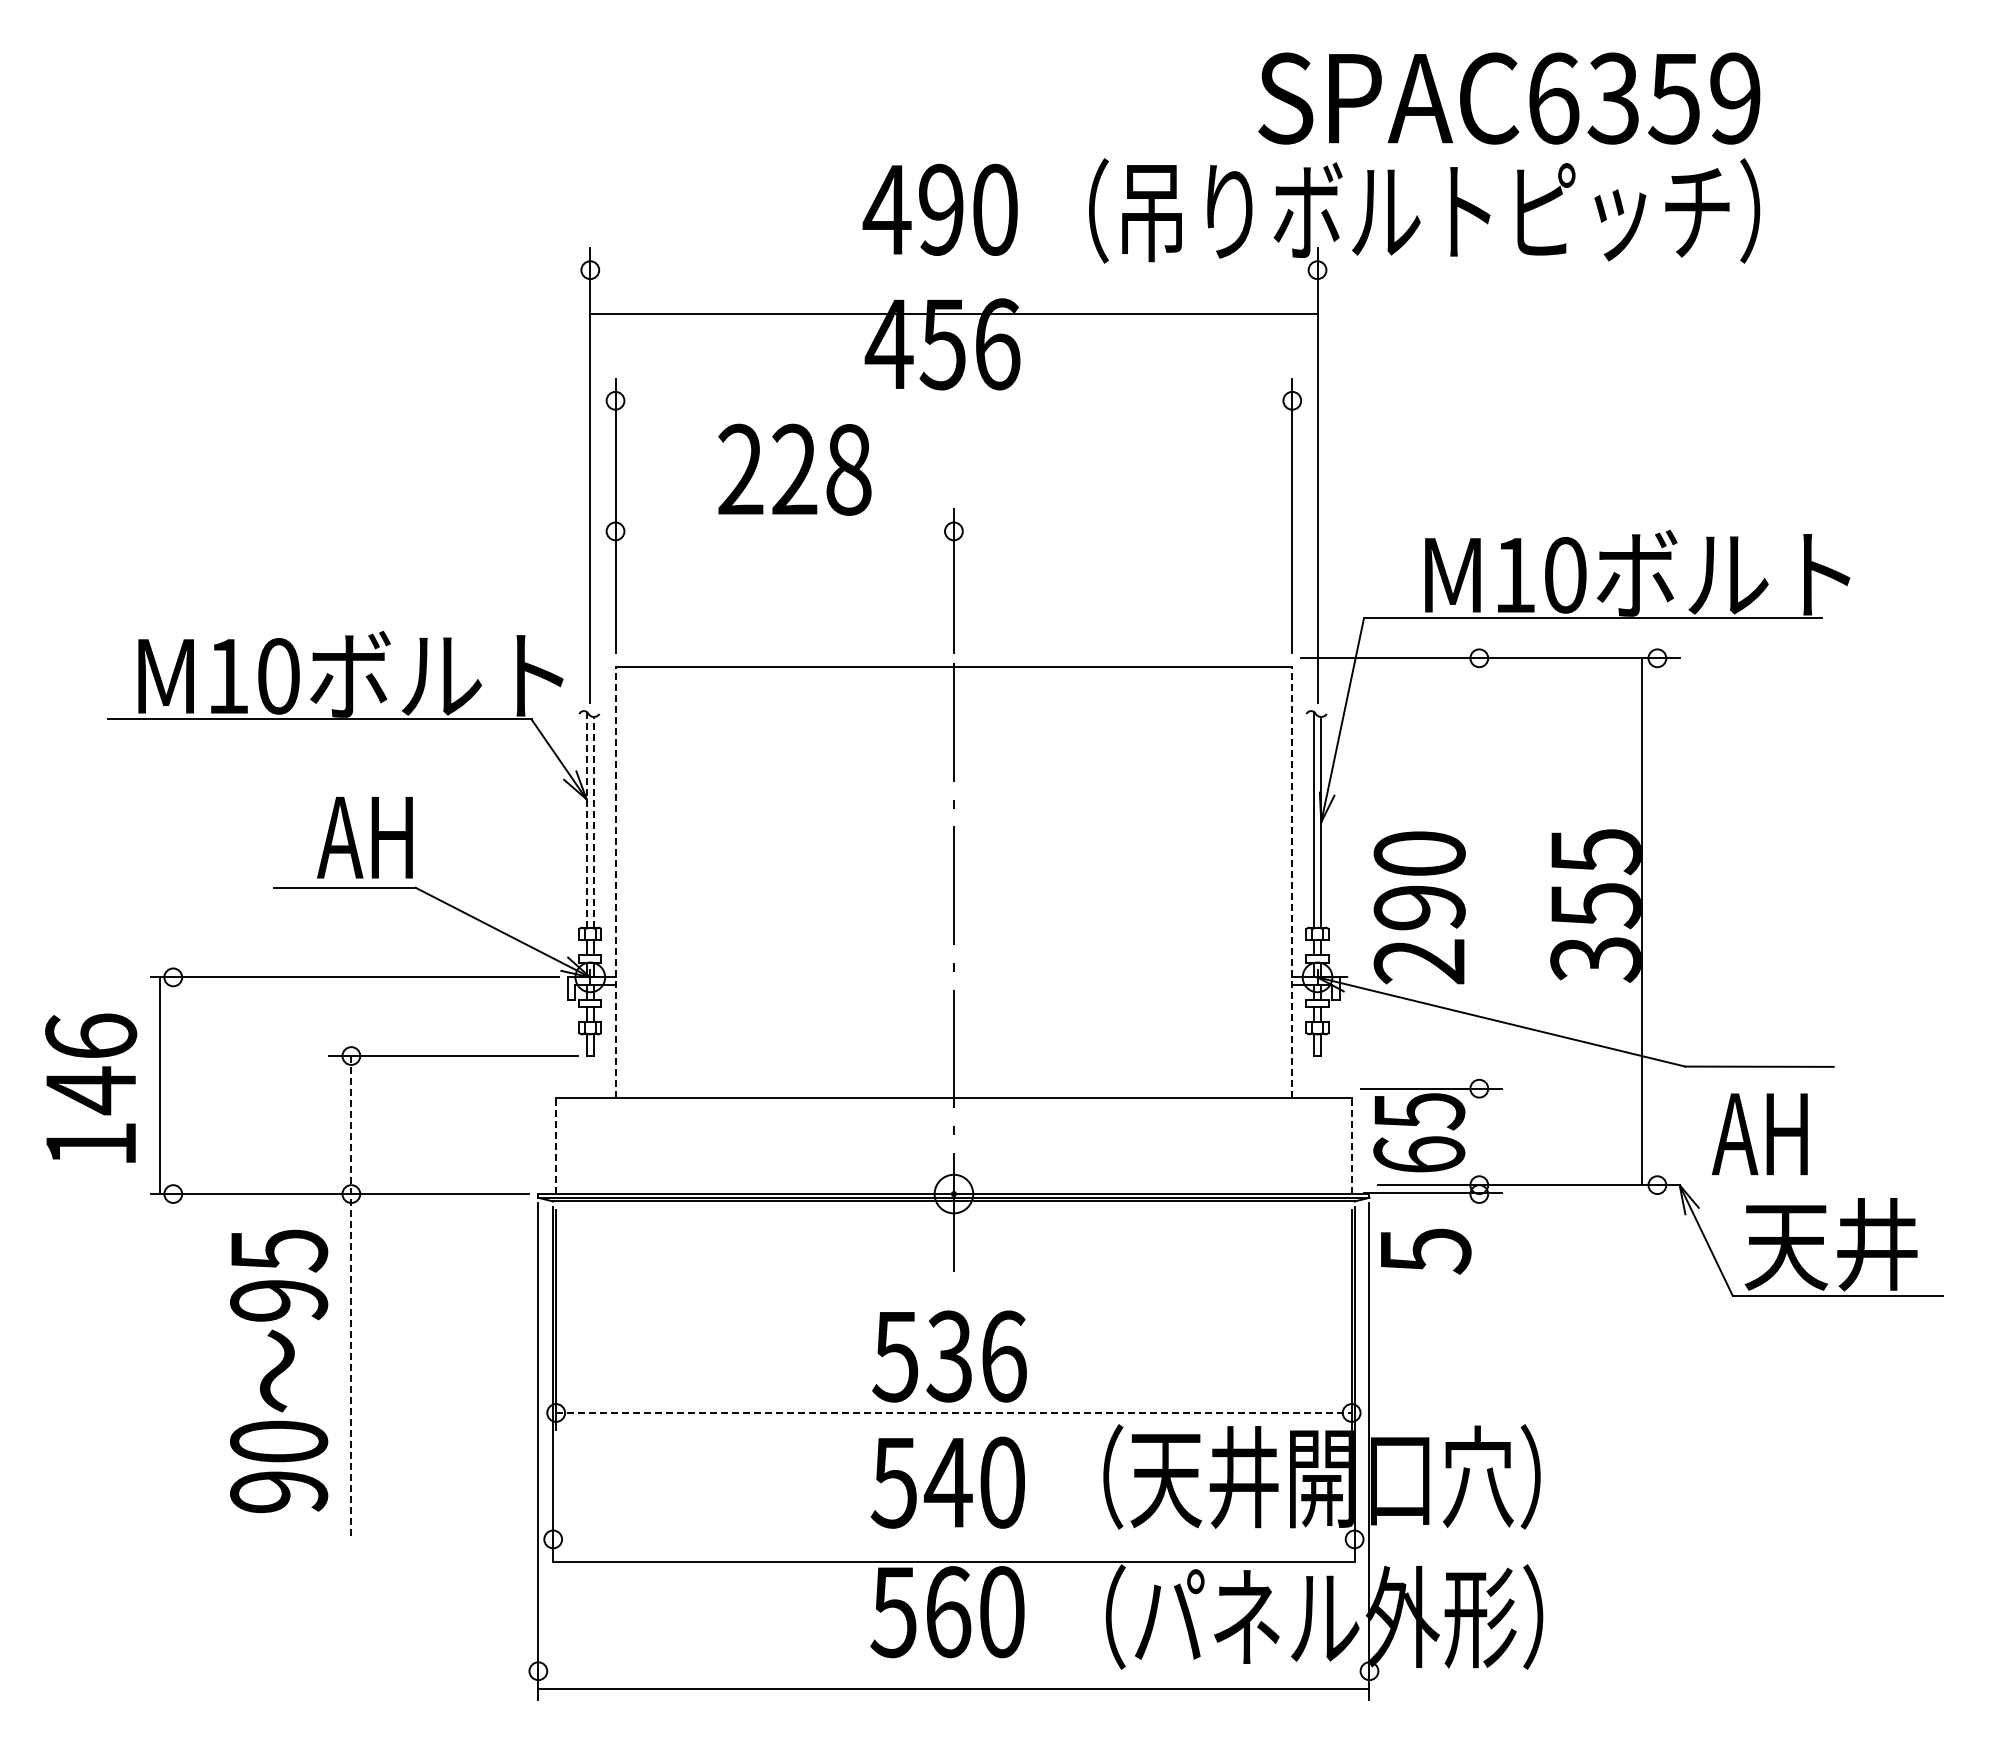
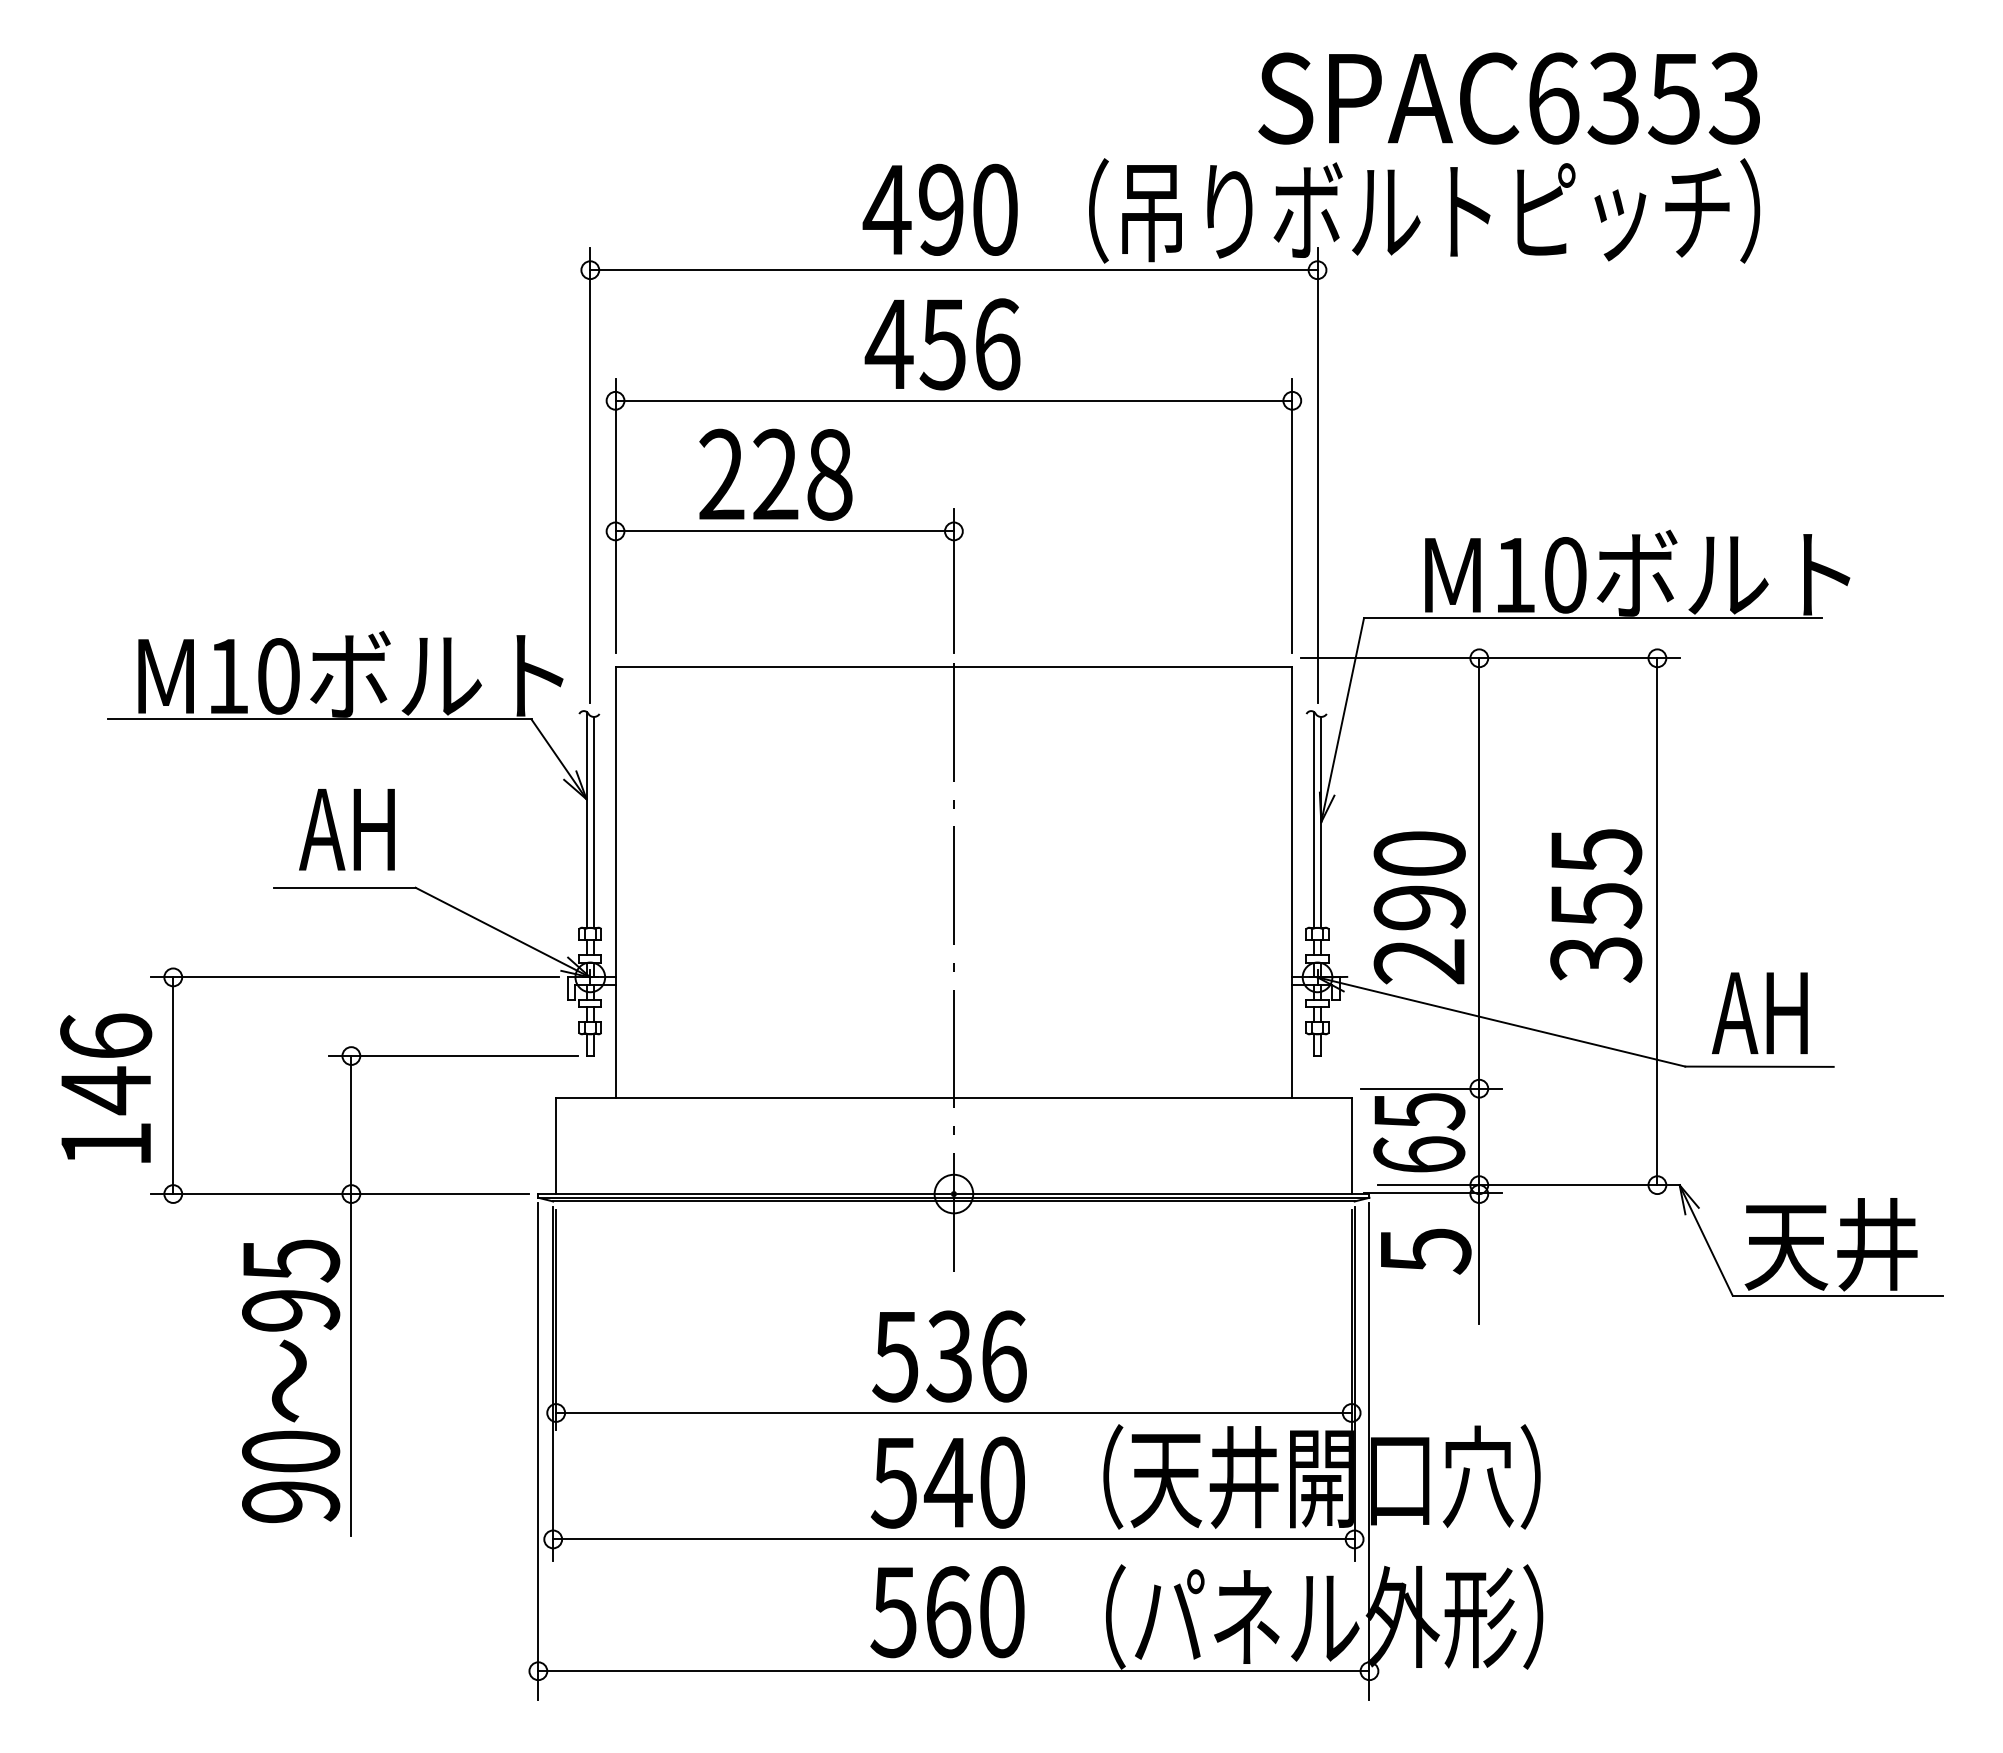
text at (1734, 98): SPAC6359 -> SPAC6353
line at (953, 314) position: (953, 314) -> (953, 270)
line at (953, 400): none -> present
text at (794, 469) position: (794, 469) -> (775, 474)
line at (784, 531): none -> present
line at (586, 819): dashed -> solid
line at (594, 821): dashed -> solid
text at (364, 837) position: (364, 837) -> (346, 829)
line at (615, 881): dashed -> solid
line at (1292, 881): dashed -> solid
line at (1642, 921) position: (1642, 921) -> (1657, 921)
line at (1479, 991): none -> present
line at (160, 1085) position: (160, 1085) -> (173, 1085)
text at (91, 1087) position: (91, 1087) -> (106, 1087)
text at (1759, 1134) position: (1759, 1134) -> (1759, 1013)
line at (556, 1145): dashed -> solid
line at (1351, 1145): dashed -> solid
line at (351, 1296): dashed -> solid
text at (279, 1370) position: (279, 1370) -> (291, 1380)
line at (953, 1412): dashed -> solid
line at (953, 1562) position: (953, 1562) -> (953, 1539)
line at (953, 1689) position: (953, 1689) -> (953, 1671)
